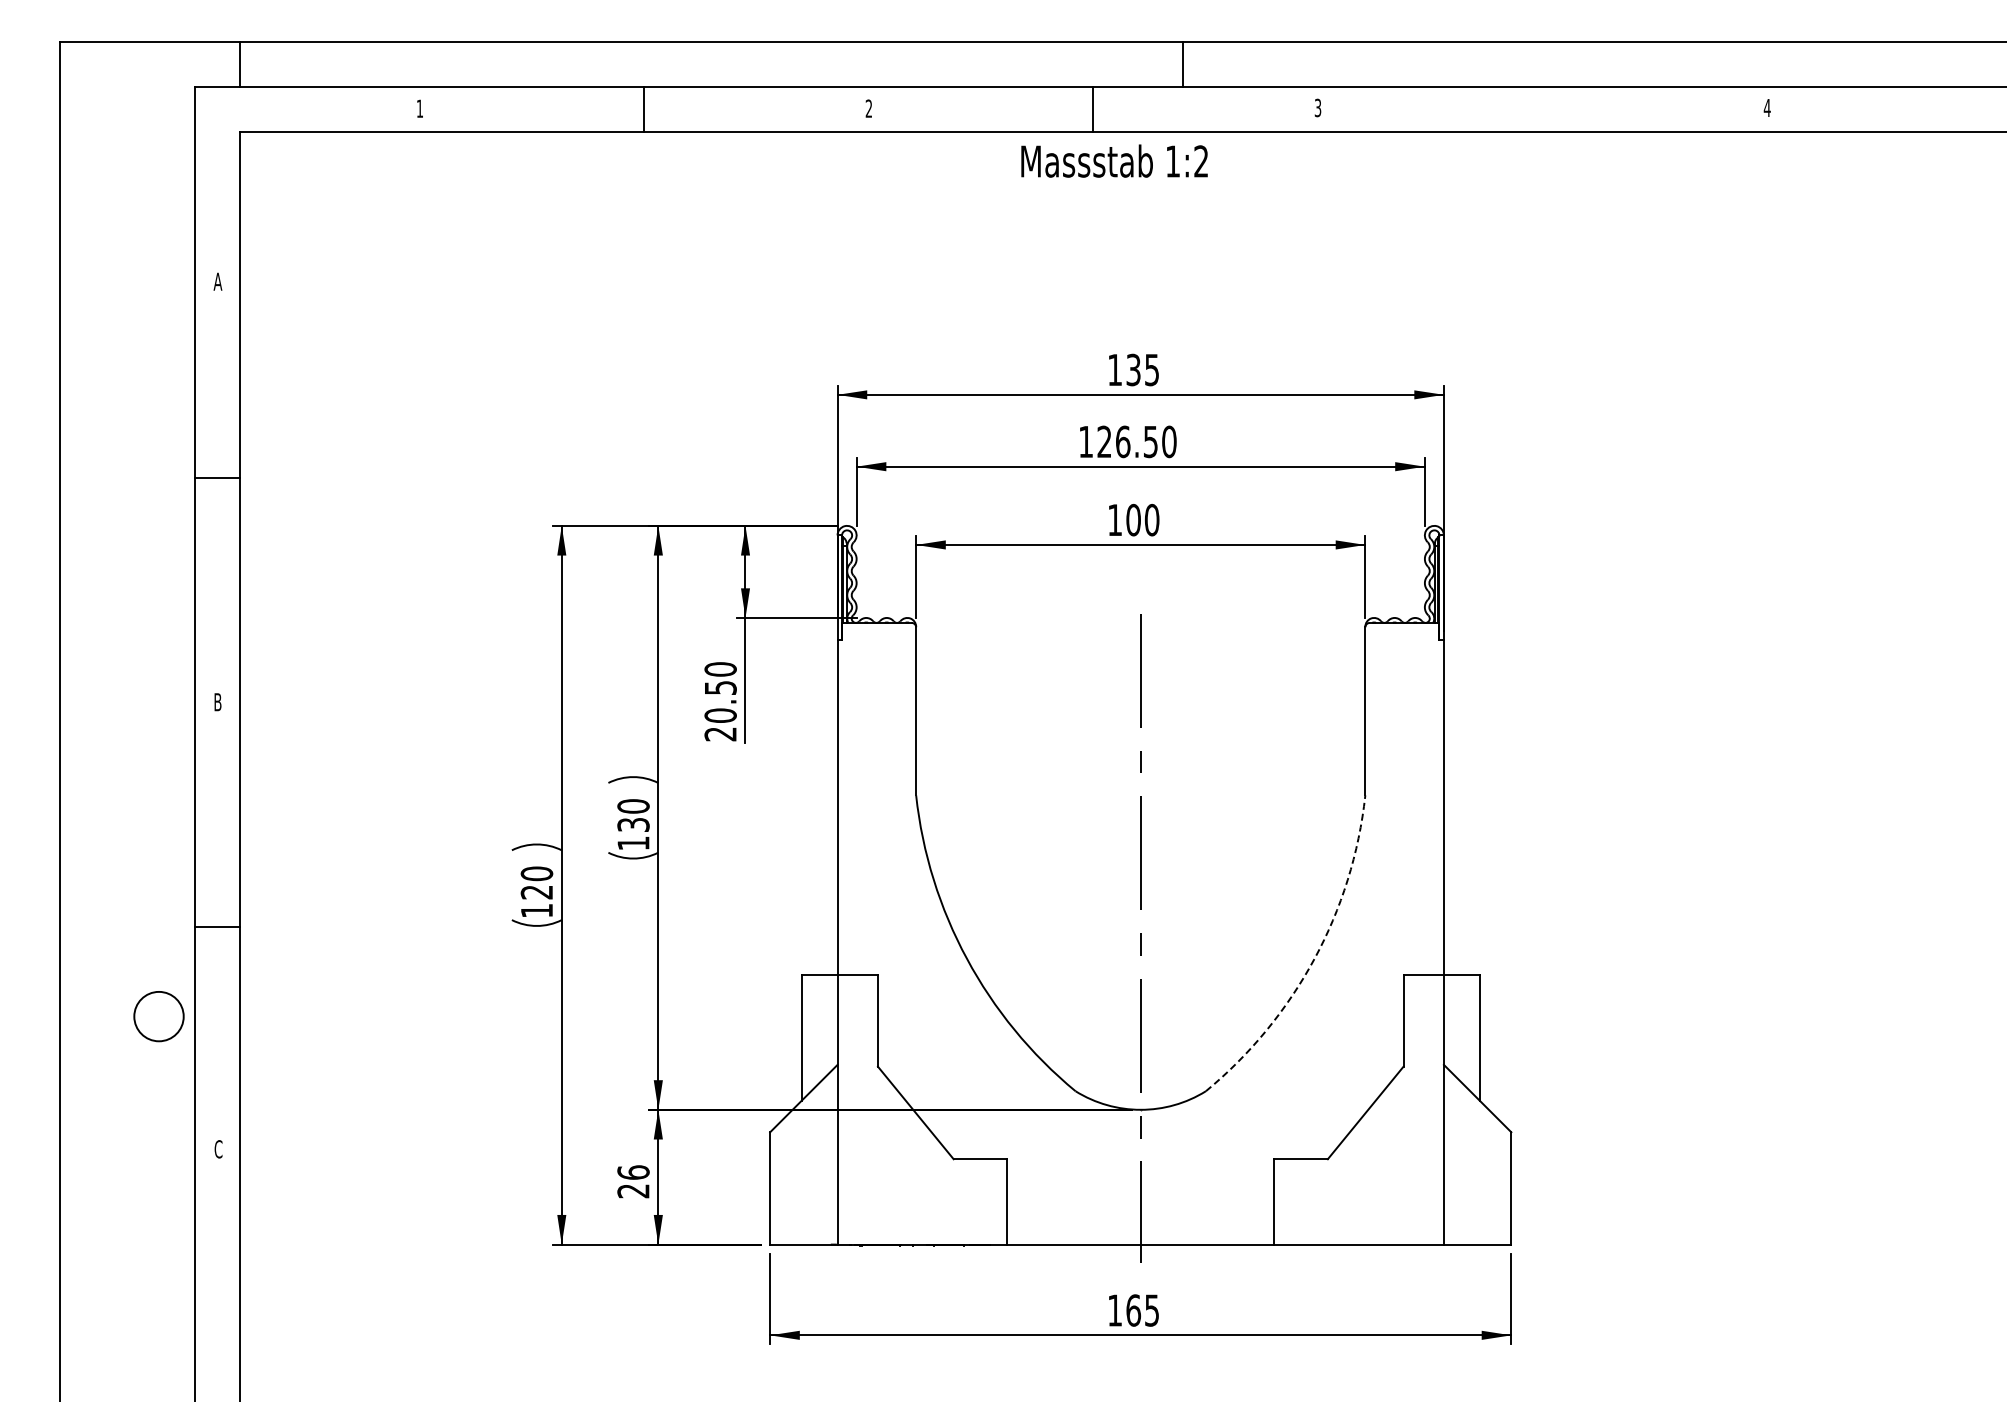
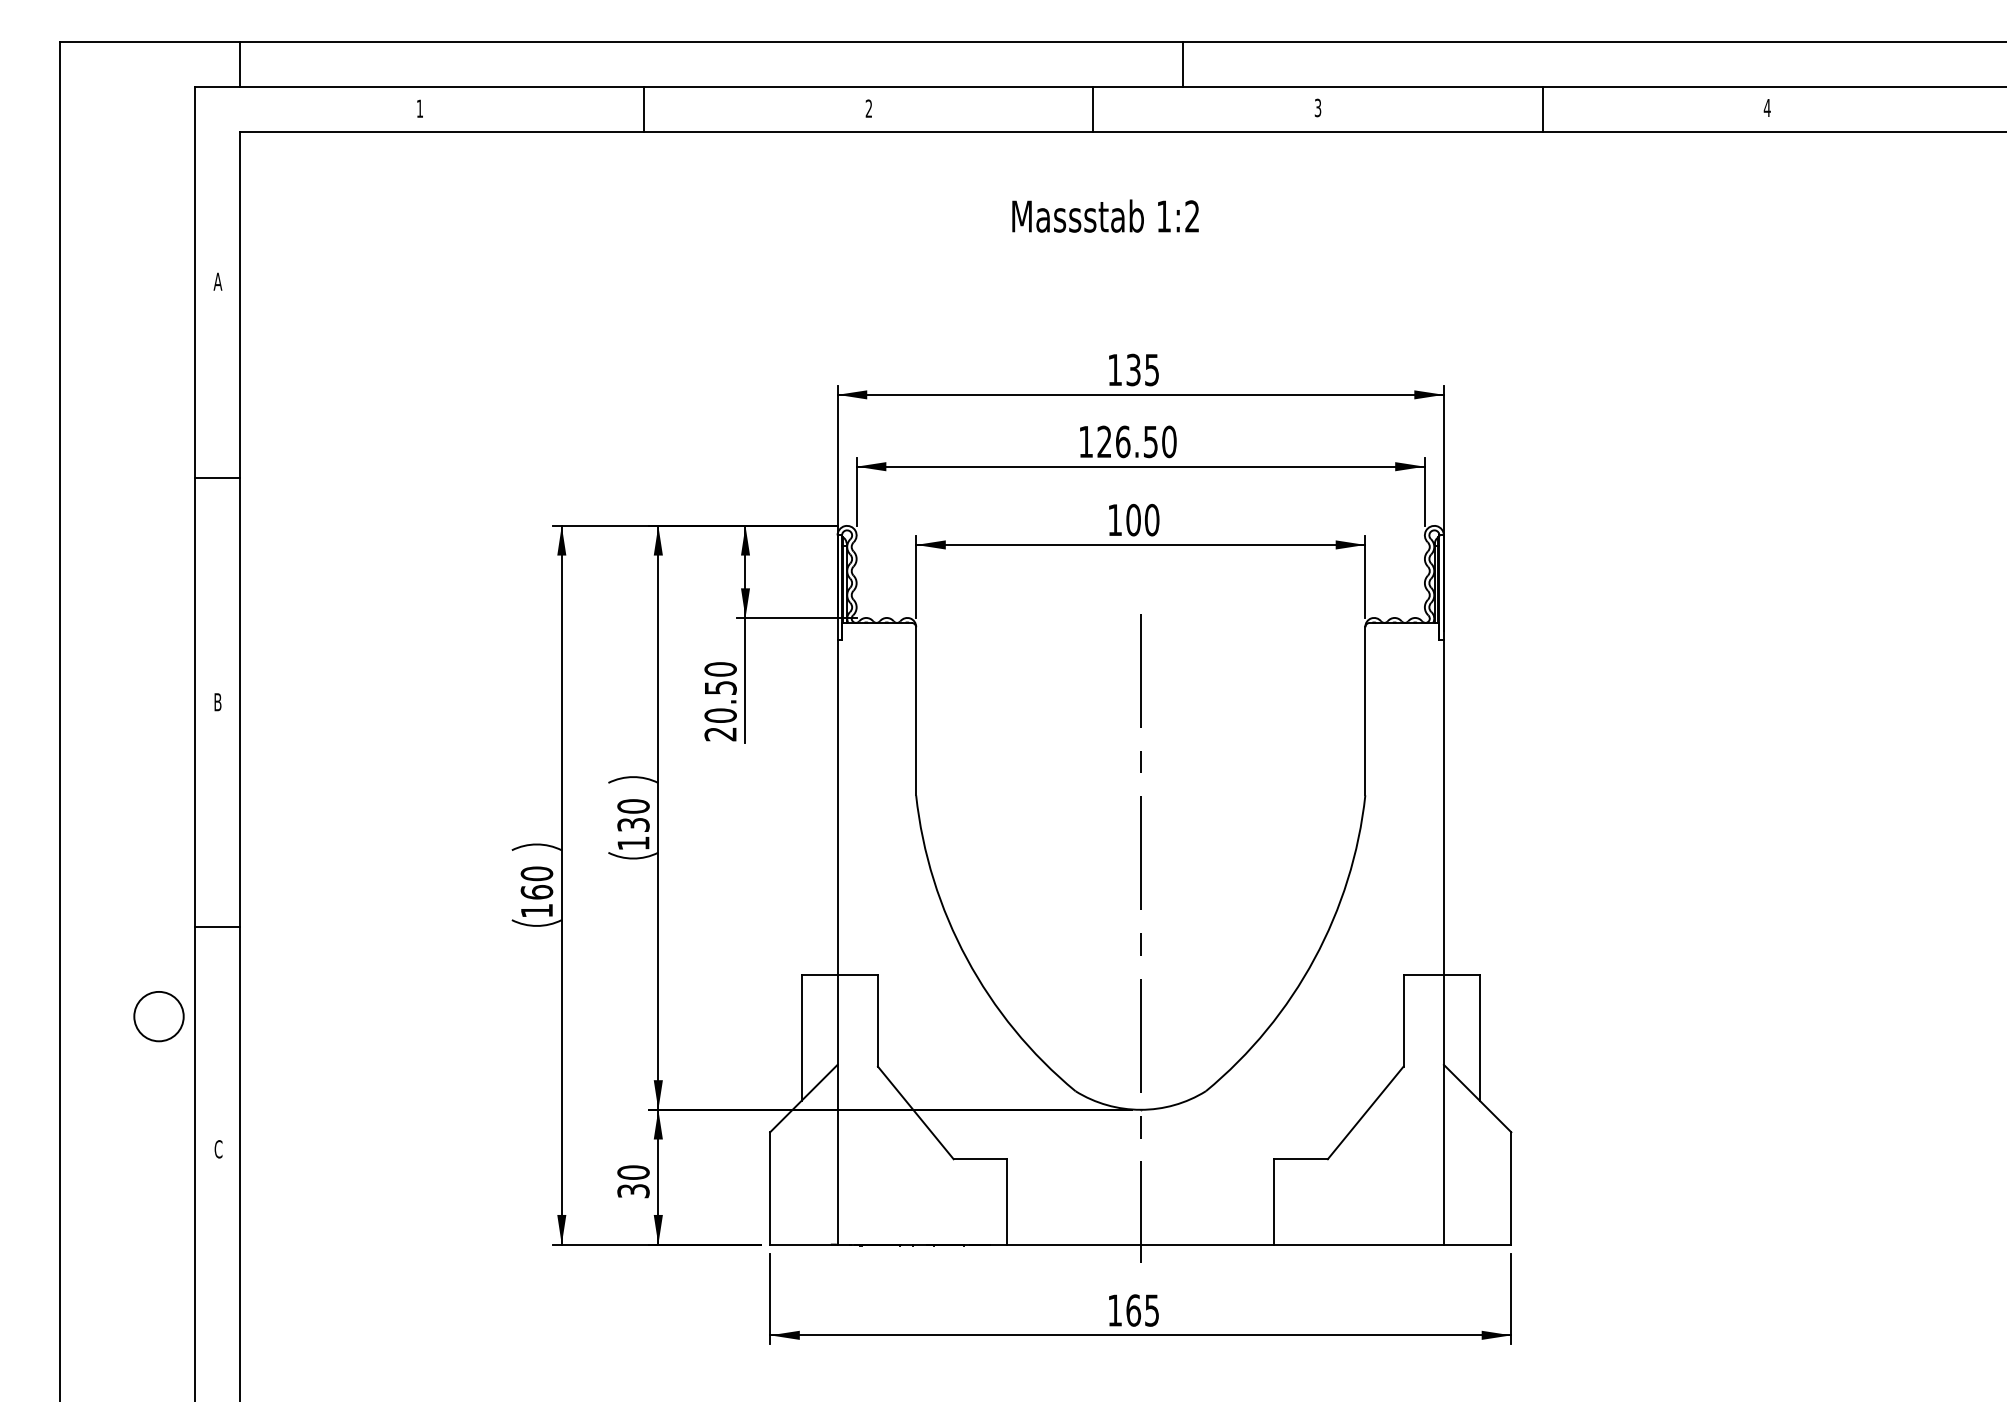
line at (1542, 108): none -> present
text at (1114, 160) position: (1114, 160) -> (1105, 215)
text at (536, 892): 120 -> 160
arc at (1314, 958): dashed -> solid
text at (633, 1181): 26 -> 30
